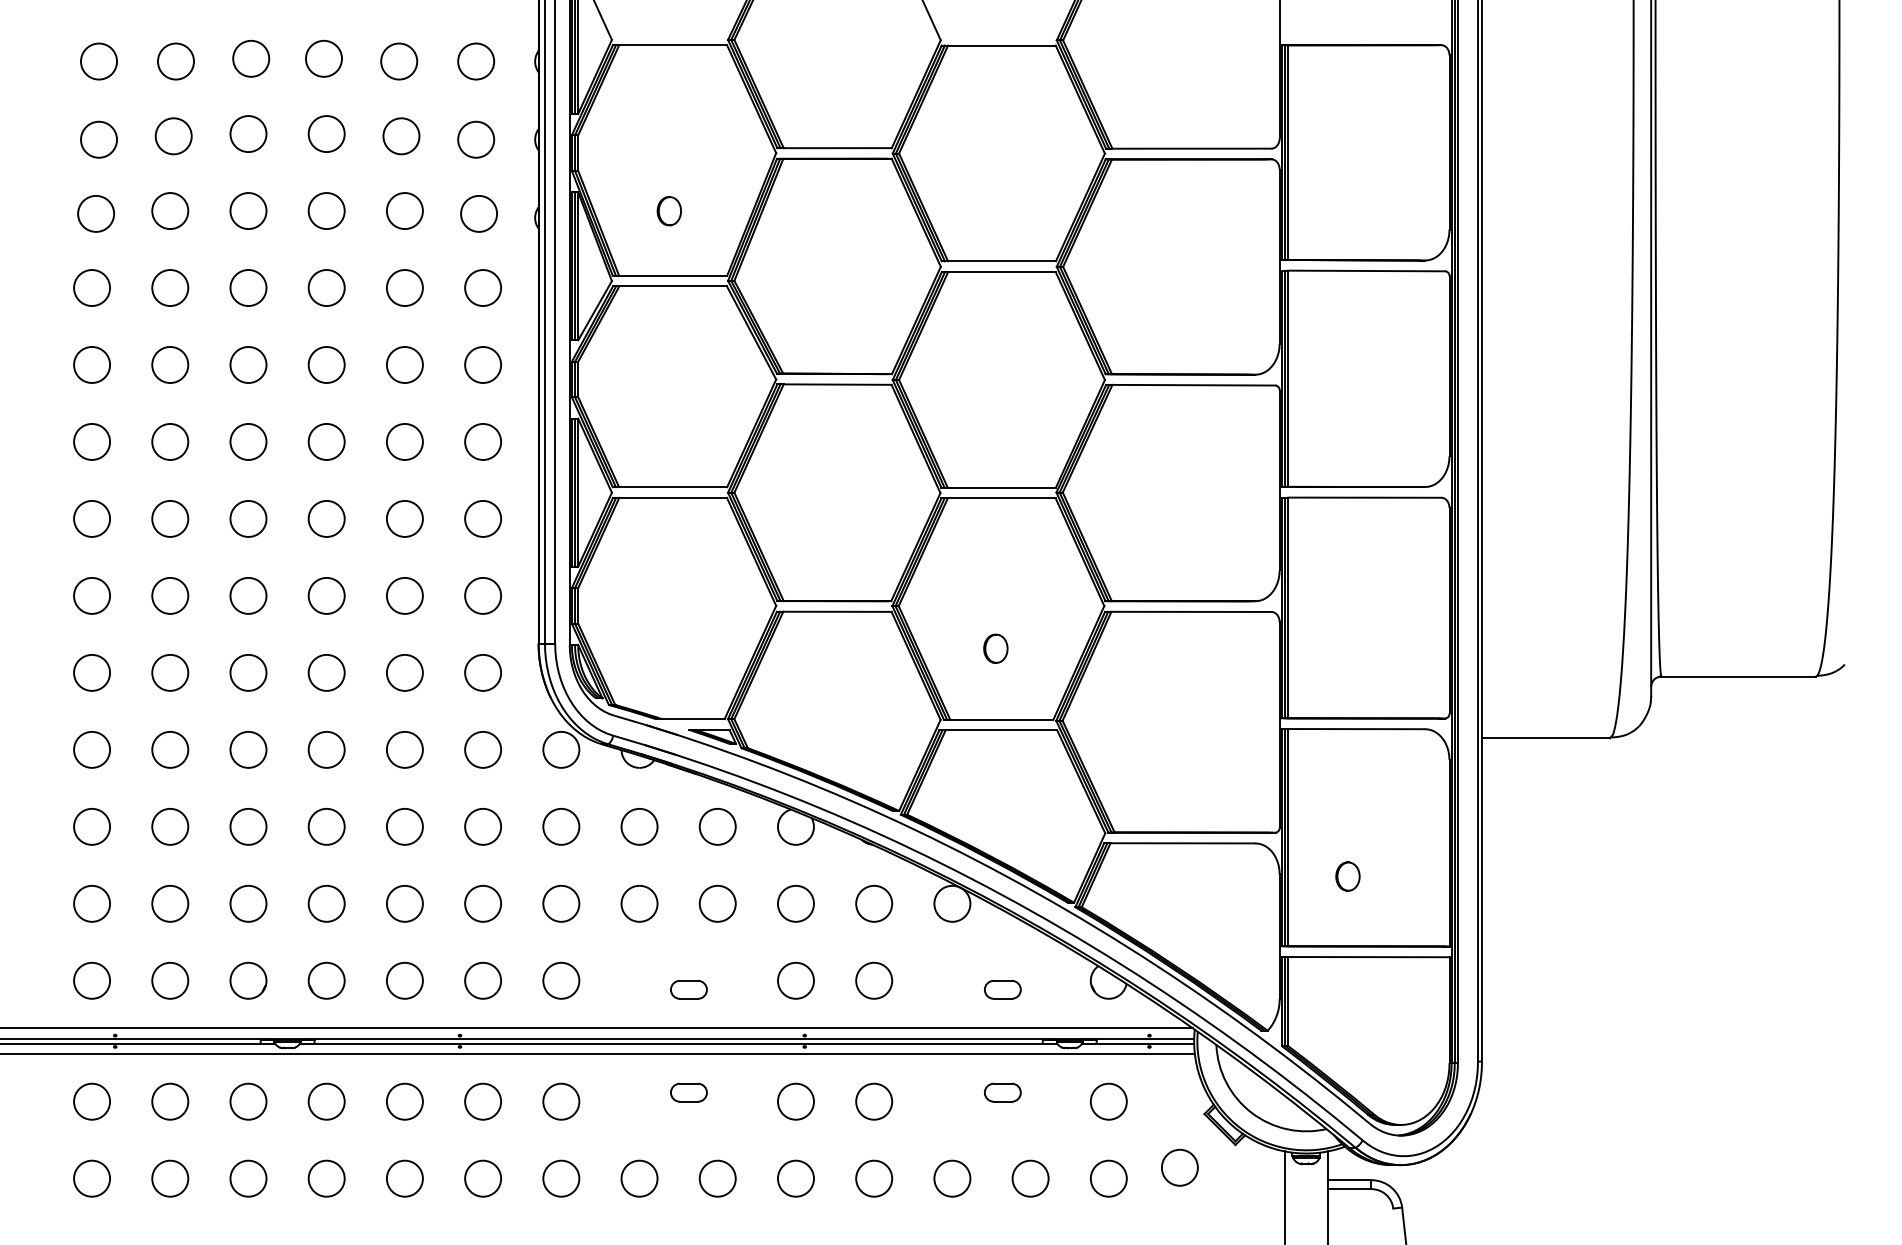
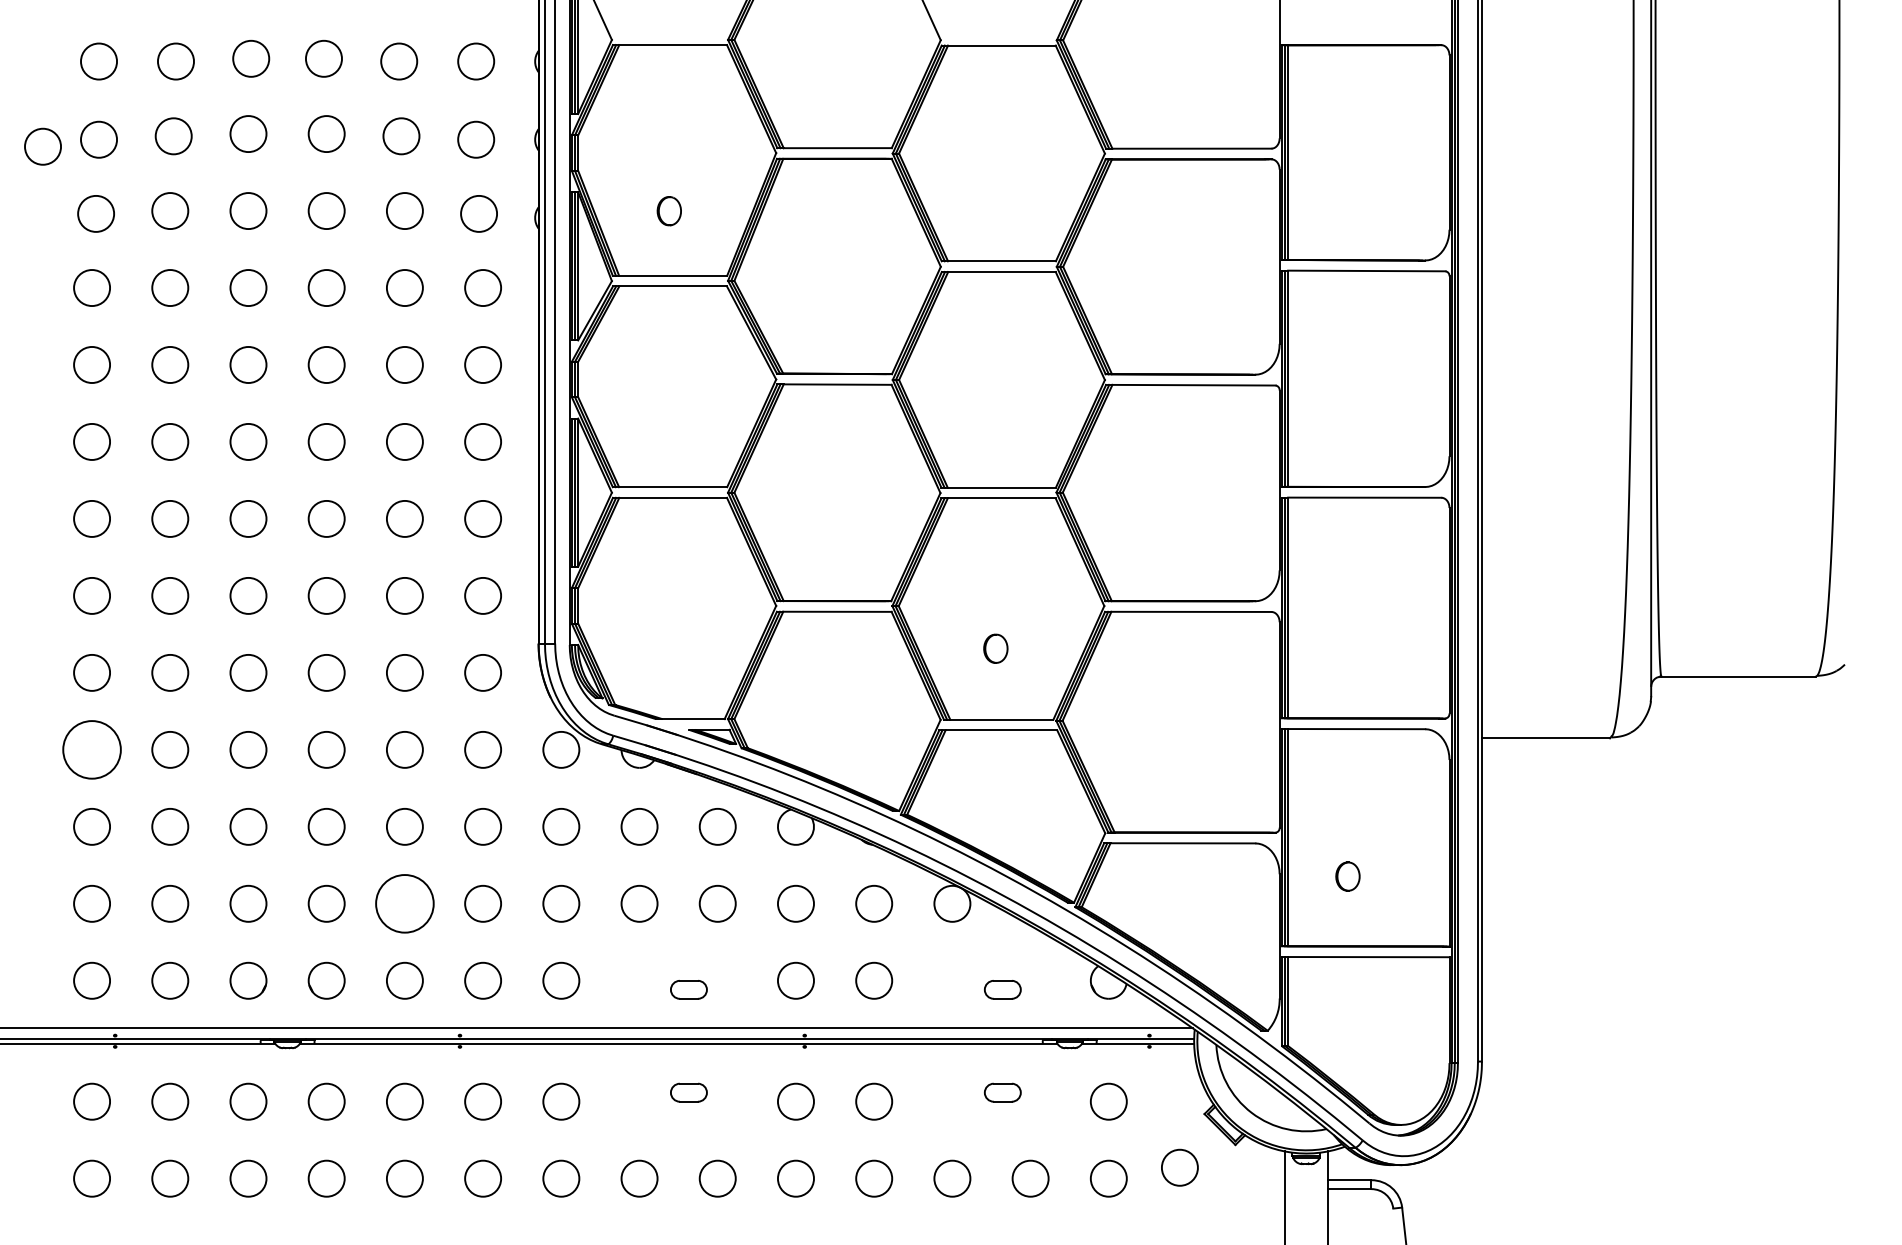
circle at (42, 146): none -> present
circle at (92, 749) diameter: 36 px -> 58 px
circle at (404, 903) diameter: 36 px -> 58 px
line at (598, 1054): present -> none
